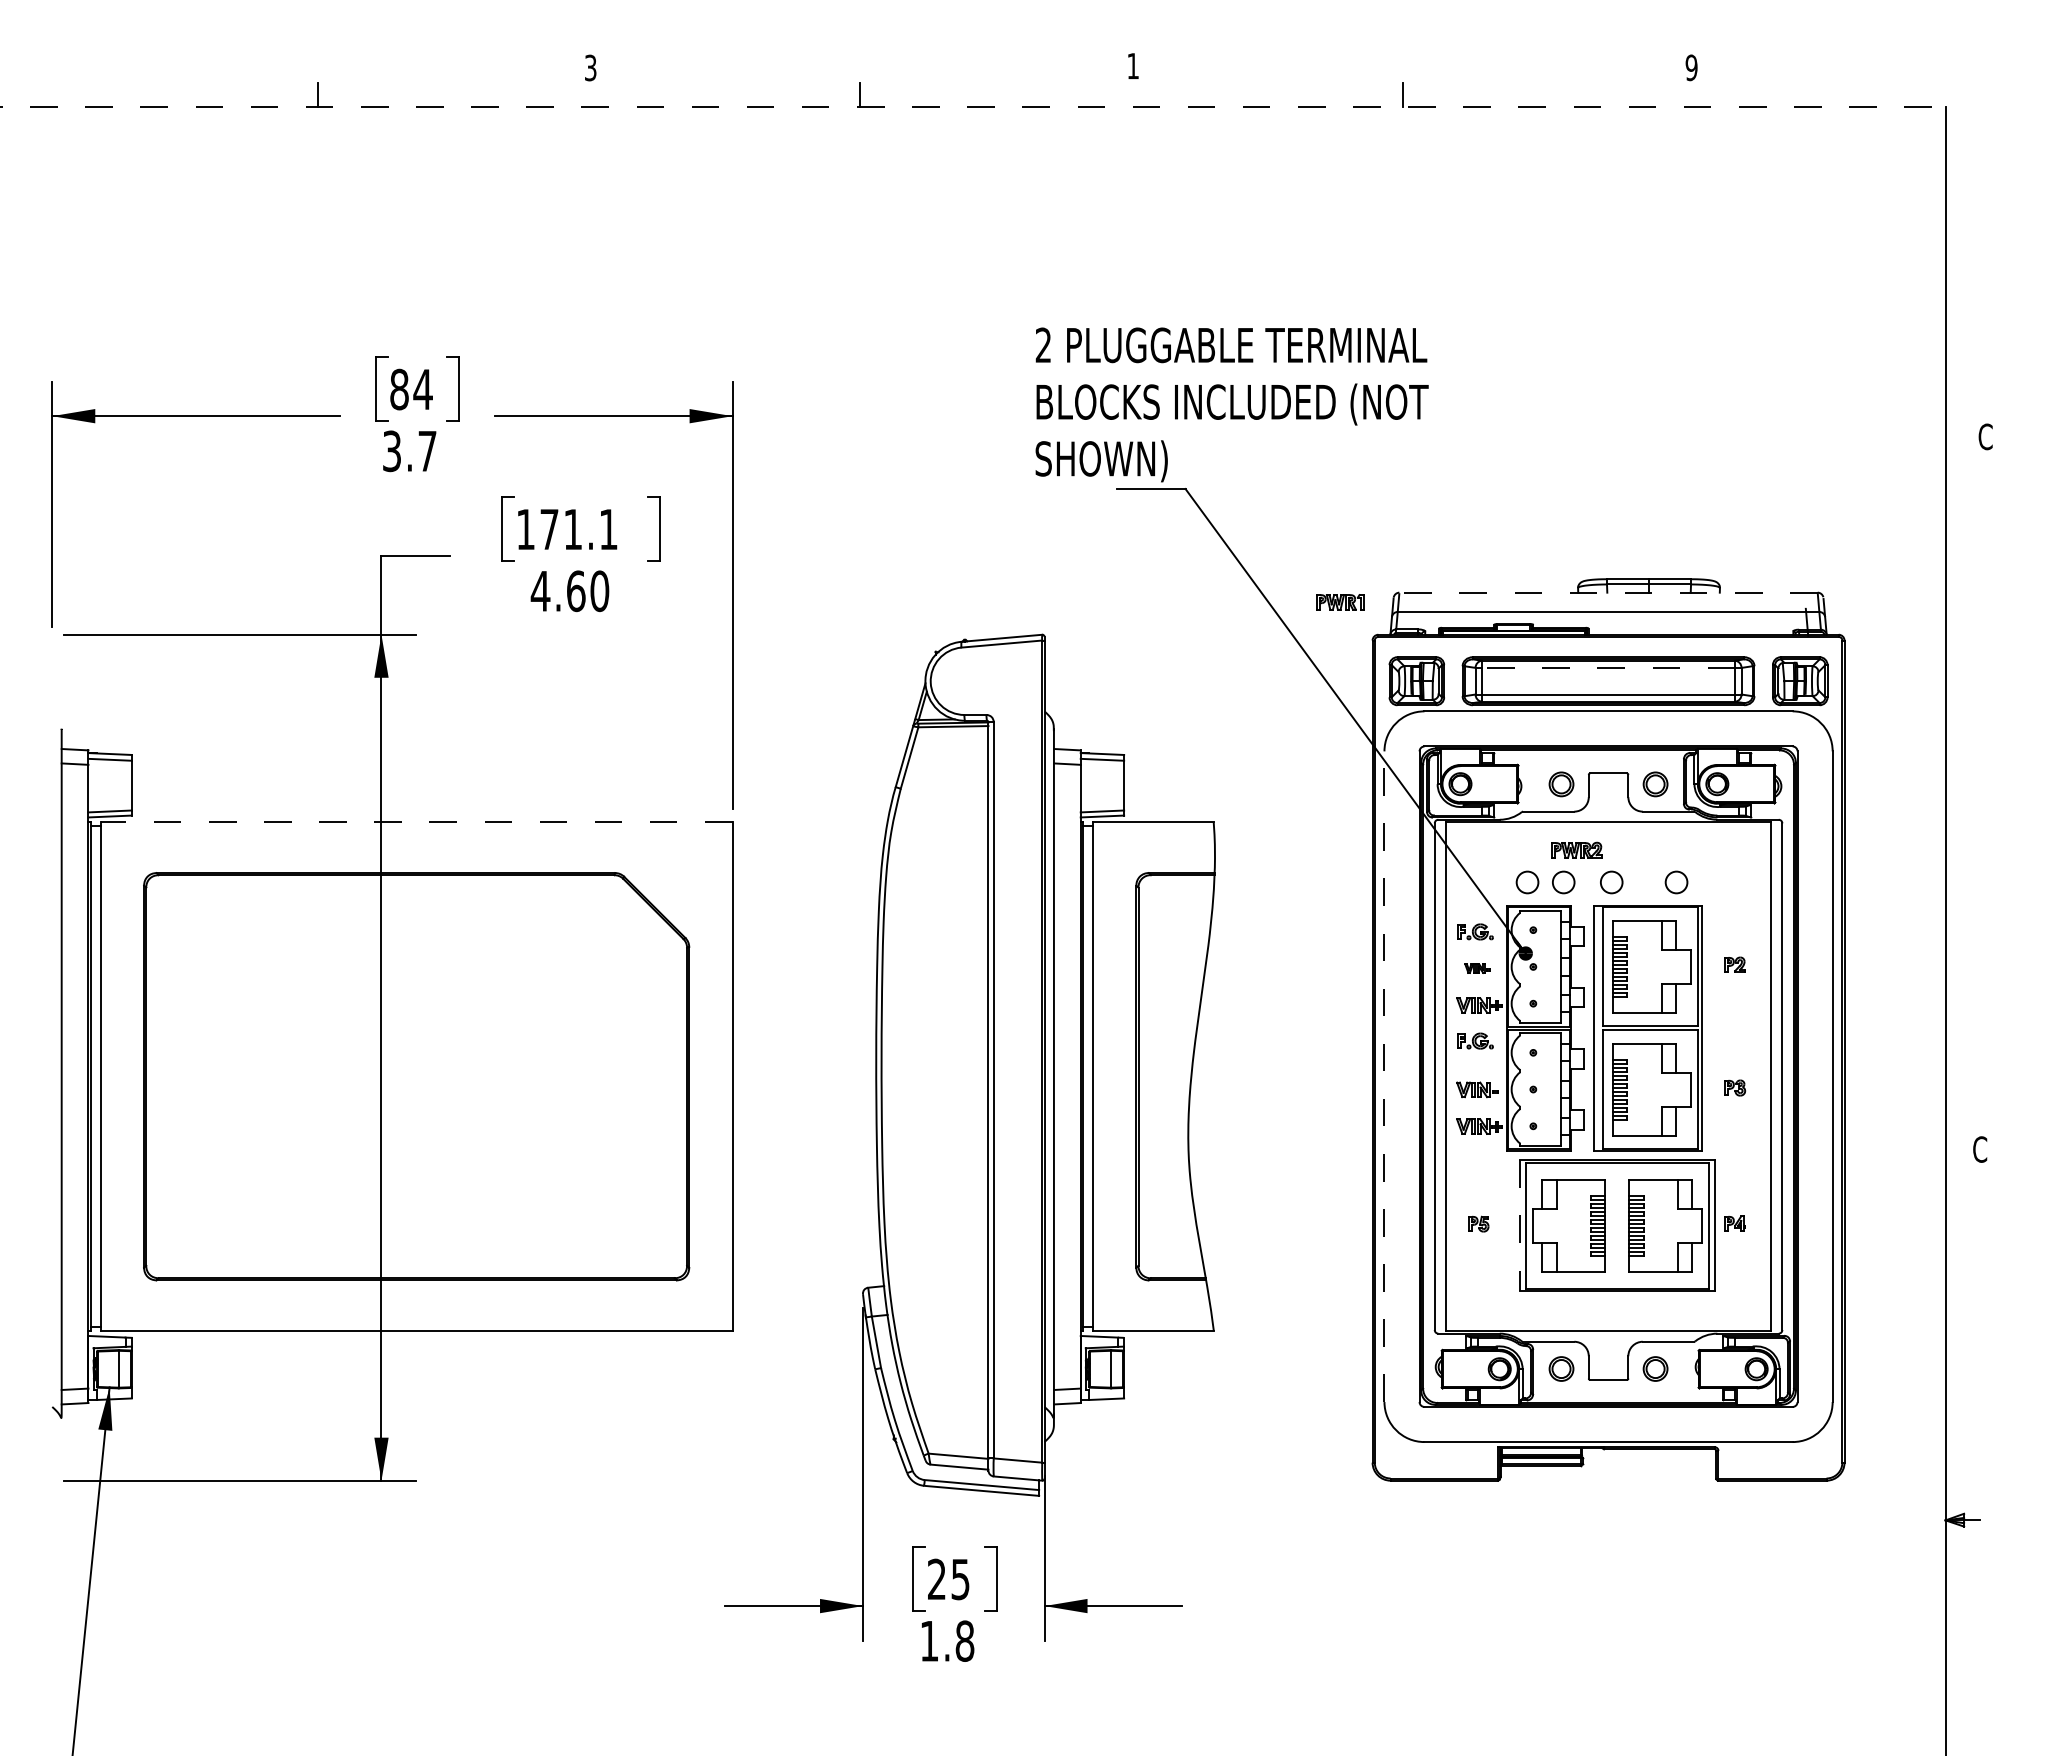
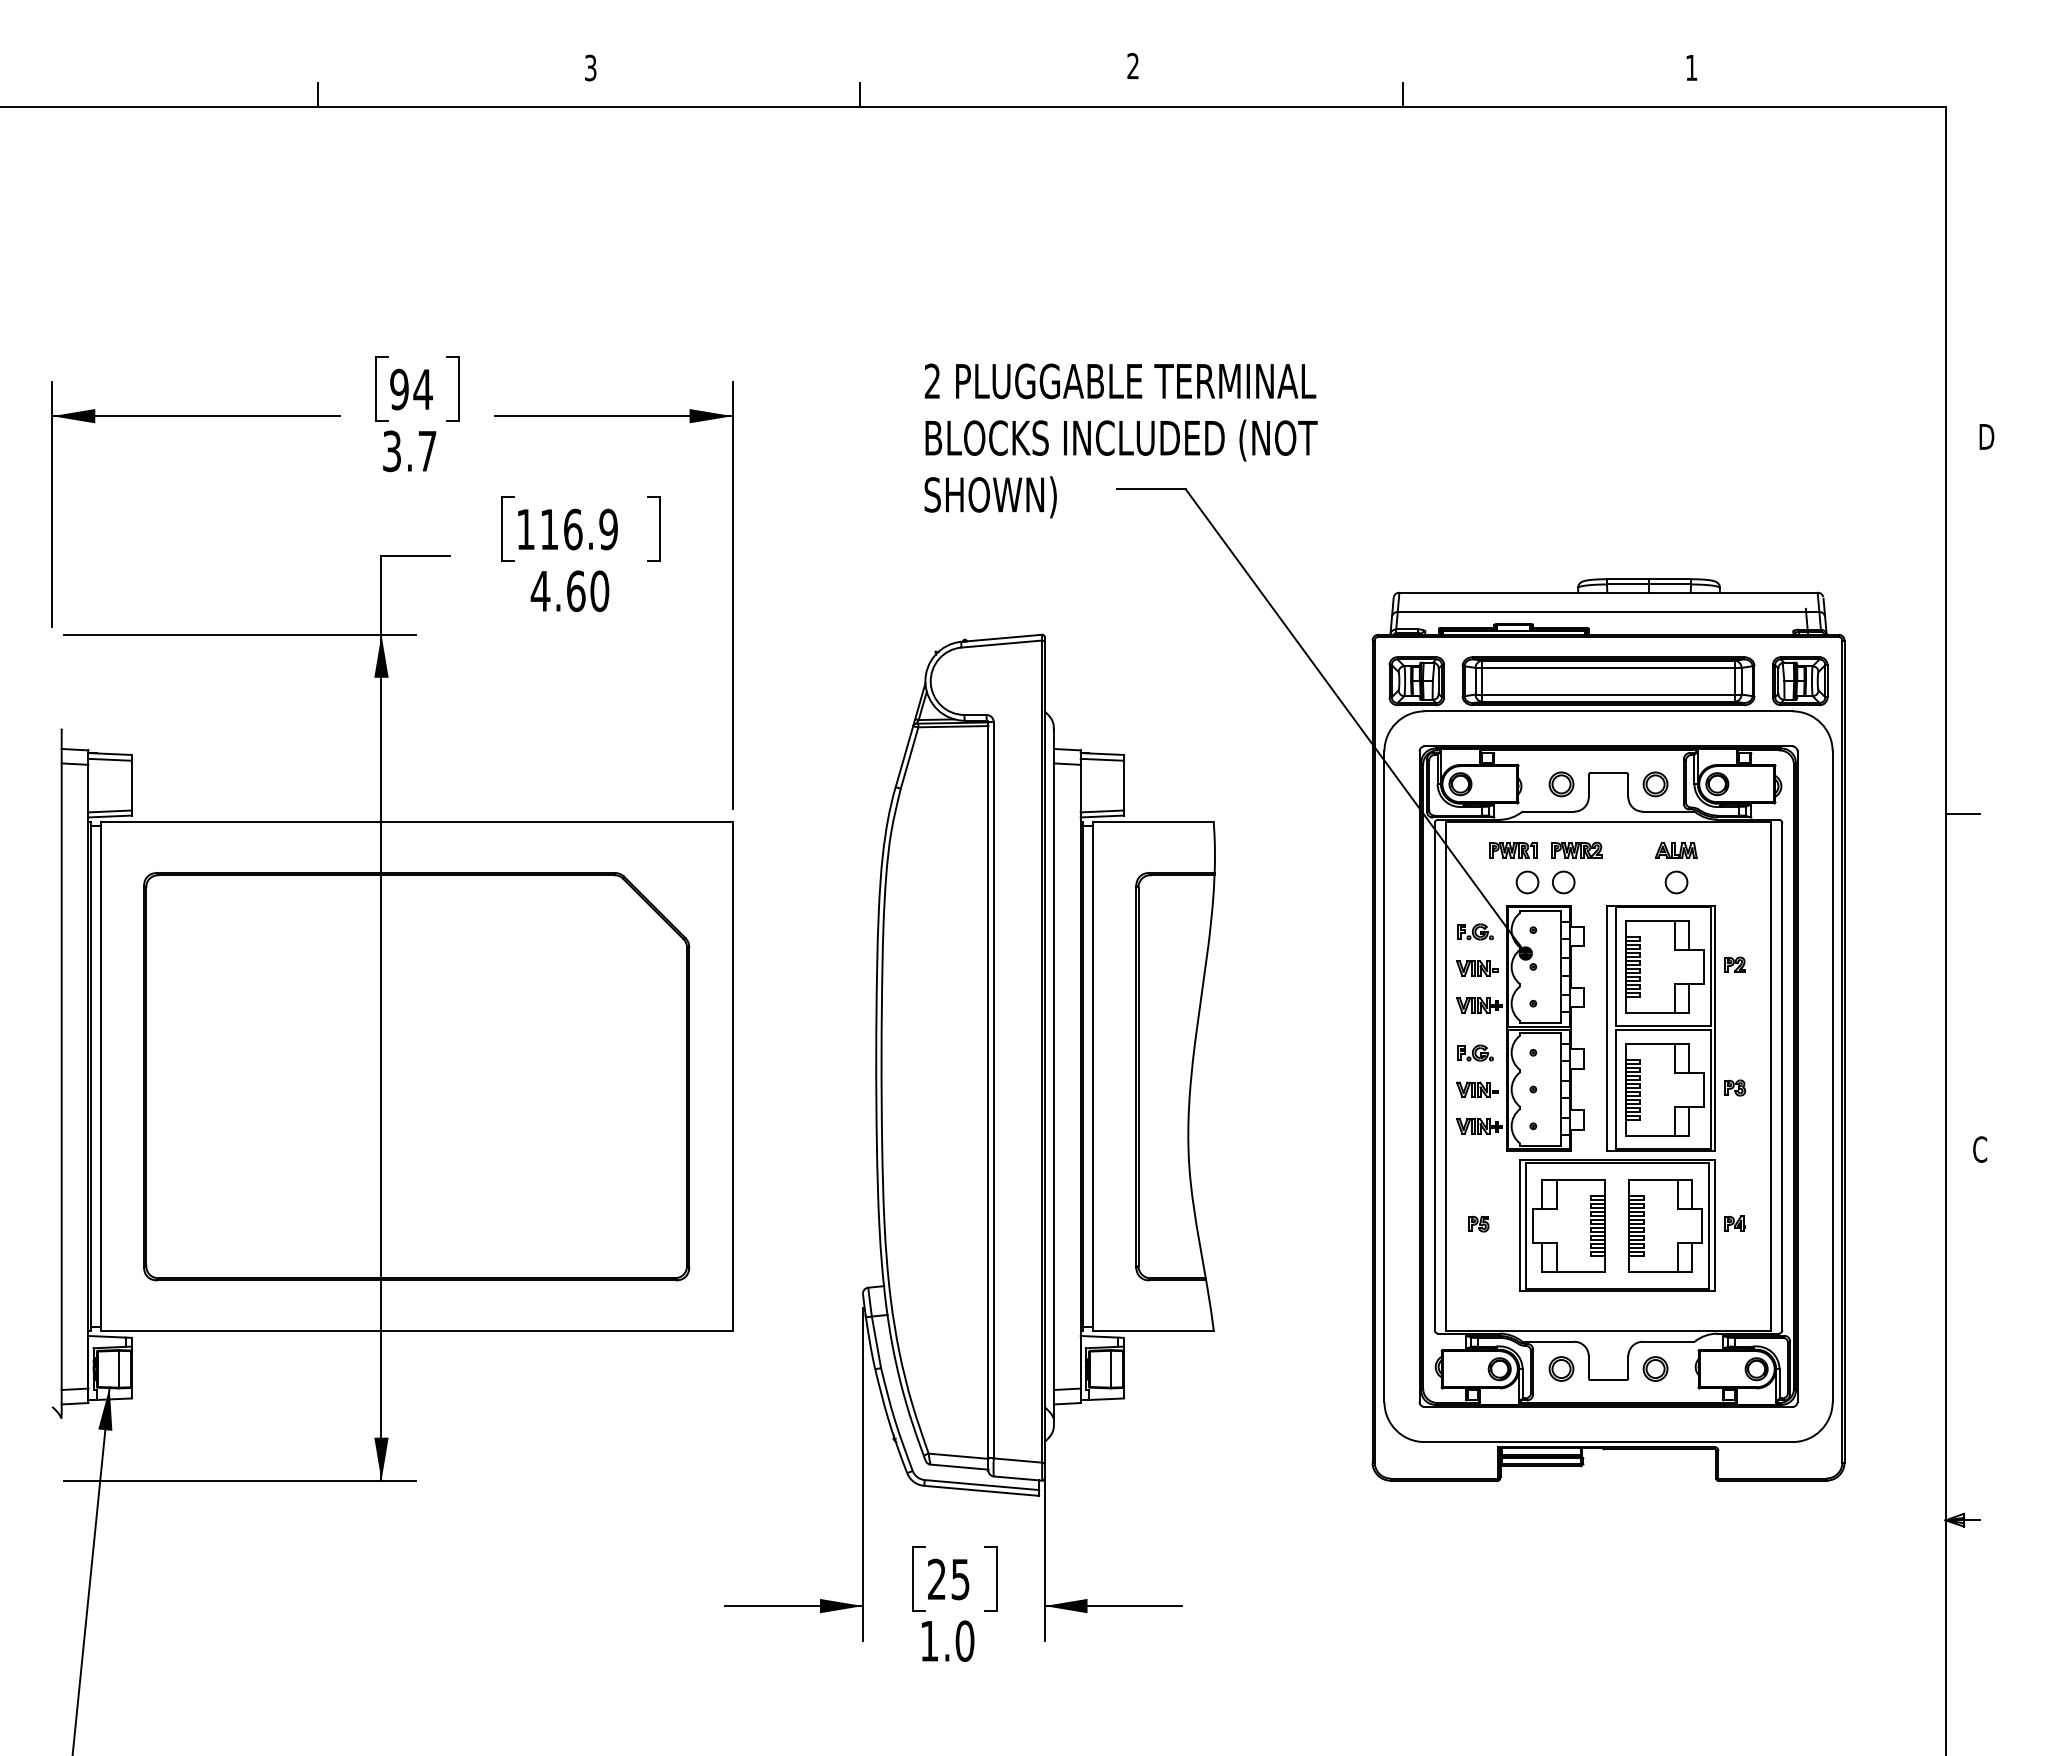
text at (1132, 65): 1 -> 2
text at (1691, 67): 9 -> 1
line at (973, 106): dashed -> solid
text at (399, 389): 84 -> 94
text at (1231, 404) position: (1231, 404) -> (1120, 440)
text at (1986, 436): C -> D
text at (578, 529): 171.1 -> 116.9
line at (1608, 592): dashed -> solid
part at (1340, 602) position: (1340, 602) -> (1513, 850)
line at (1608, 667): dashed -> solid
line at (1962, 814): none -> present
line at (416, 822): dashed -> solid
part at (1675, 850): none -> present
circle at (1611, 882): present -> none
part at (1477, 968) size: 27x11 px -> 43x17 px
part at (1647, 1028) position: (1647, 1028) -> (1660, 1028)
part at (1475, 1040) position: (1475, 1040) -> (1475, 1052)
line at (1384, 1076): dashed -> solid
line at (1519, 1226): dashed -> solid
text at (964, 1640): 1.8 -> 1.0
